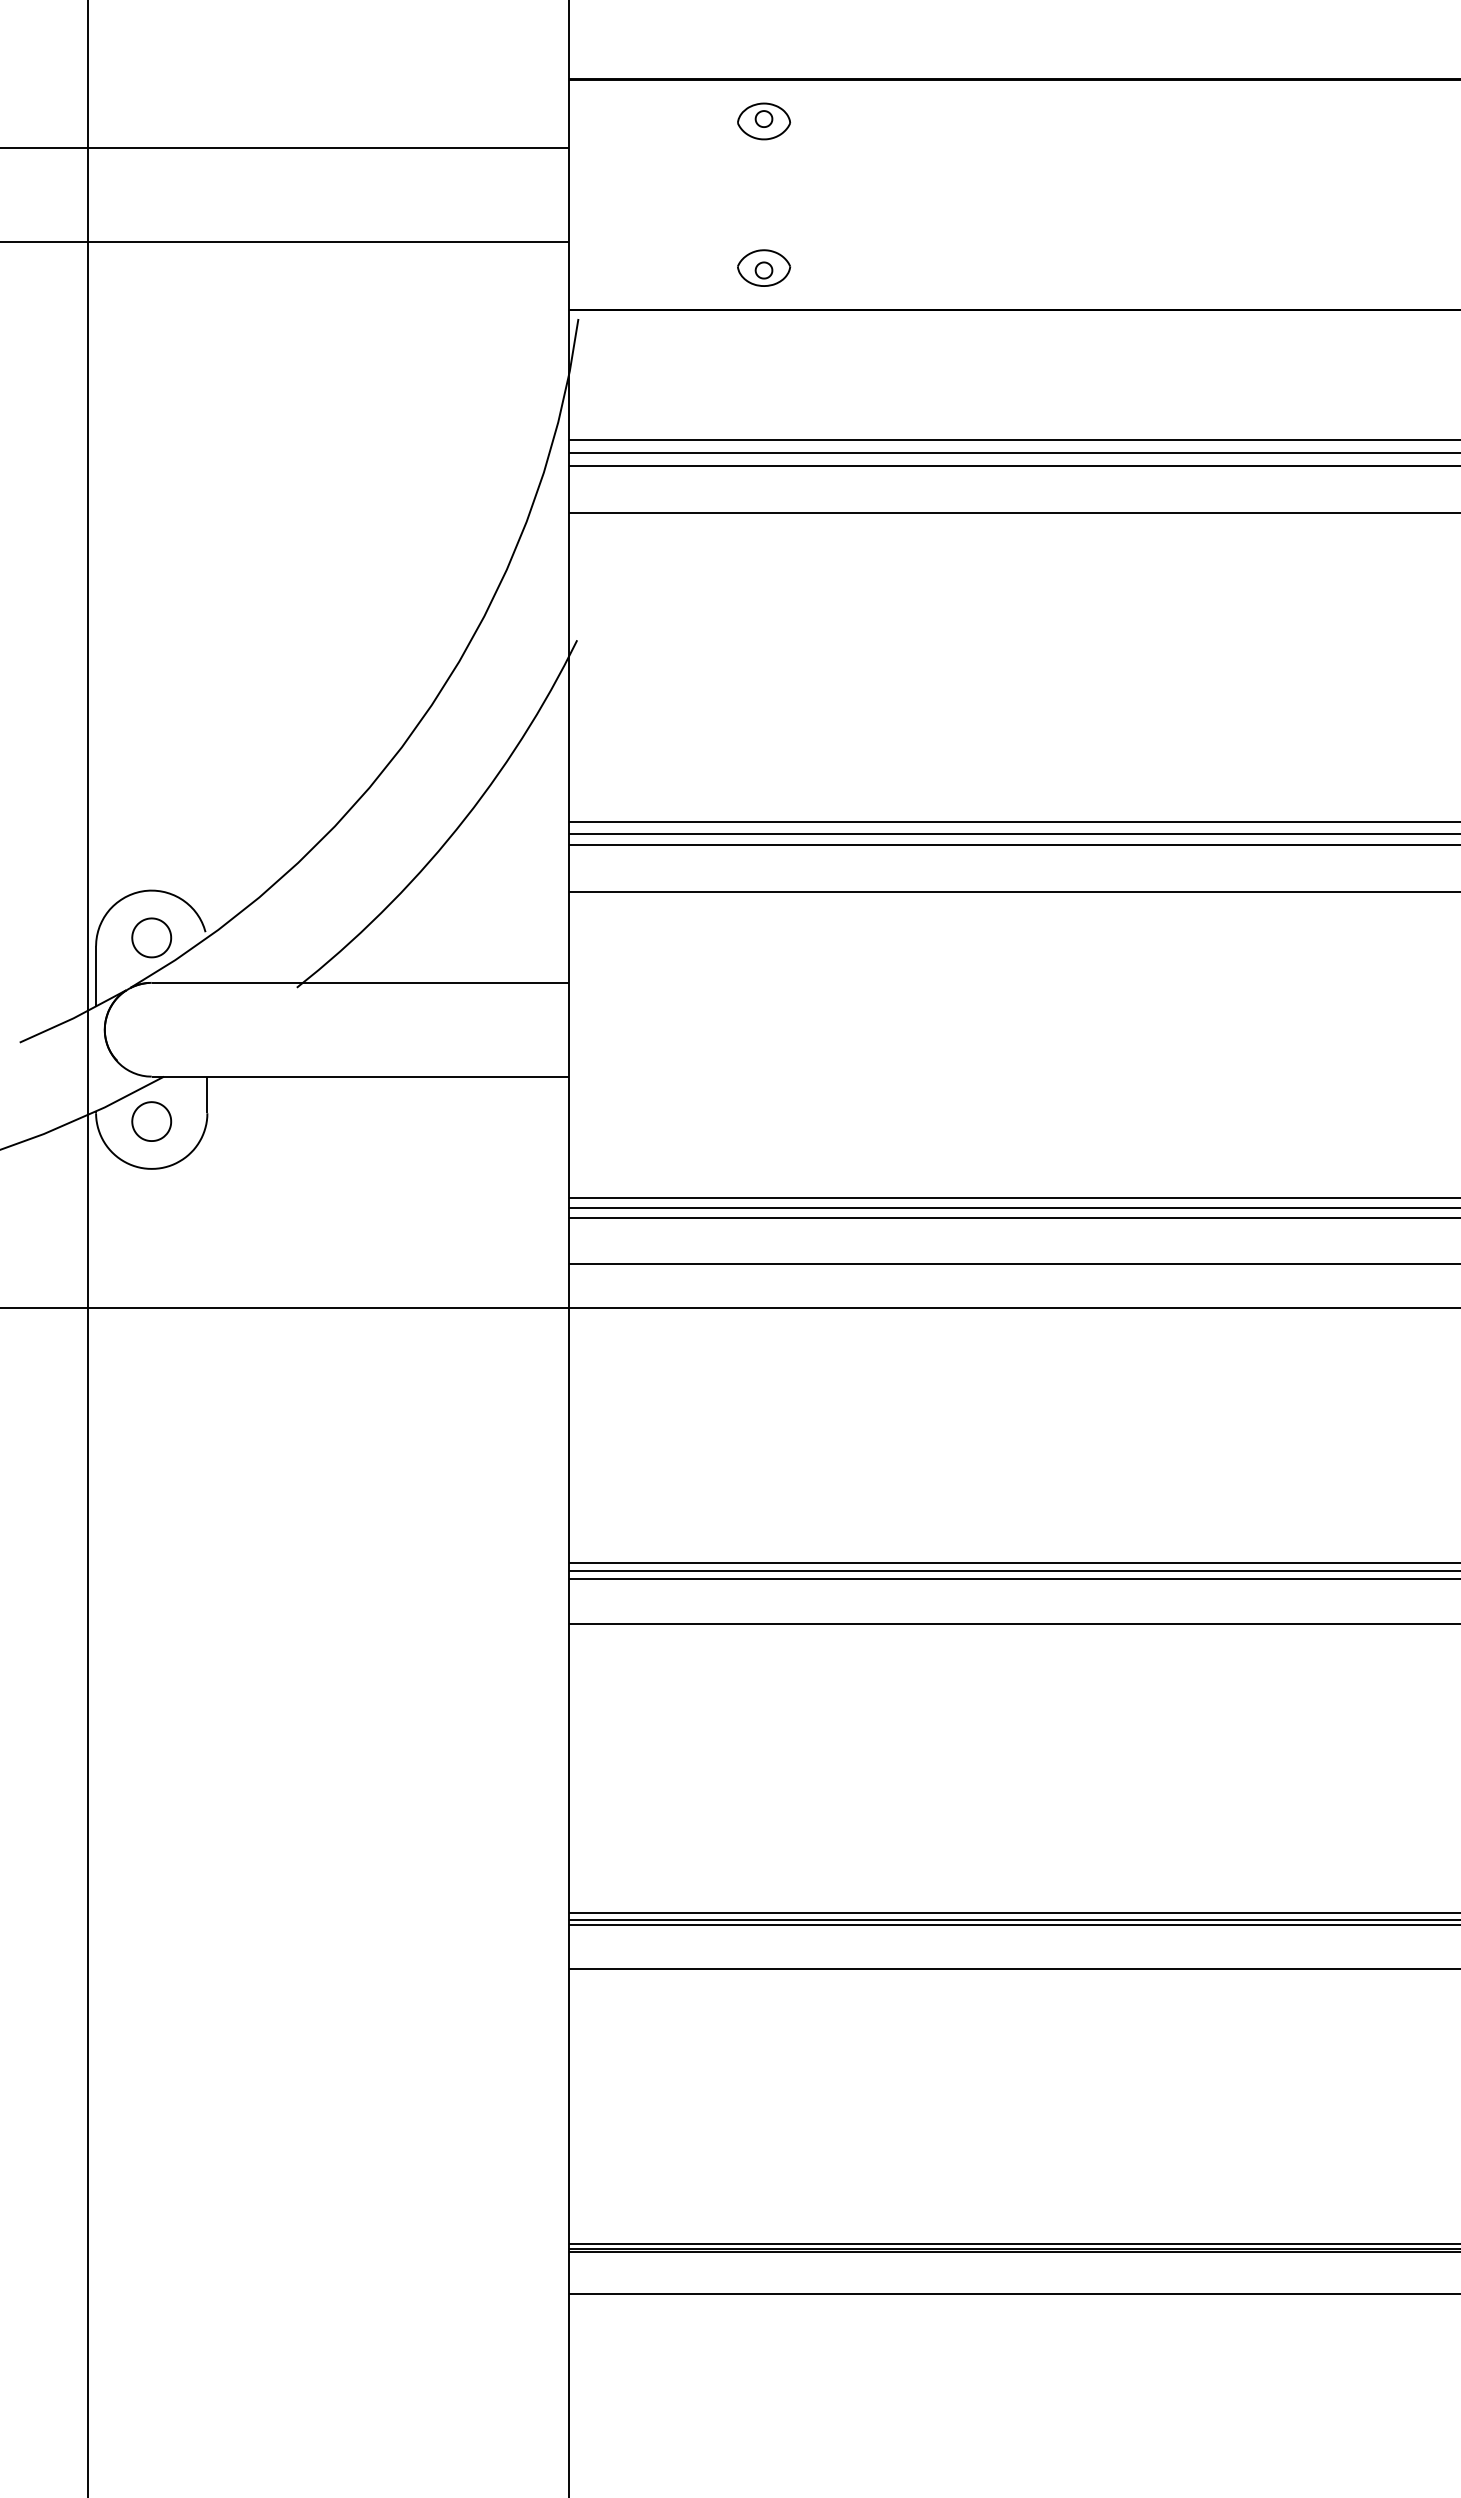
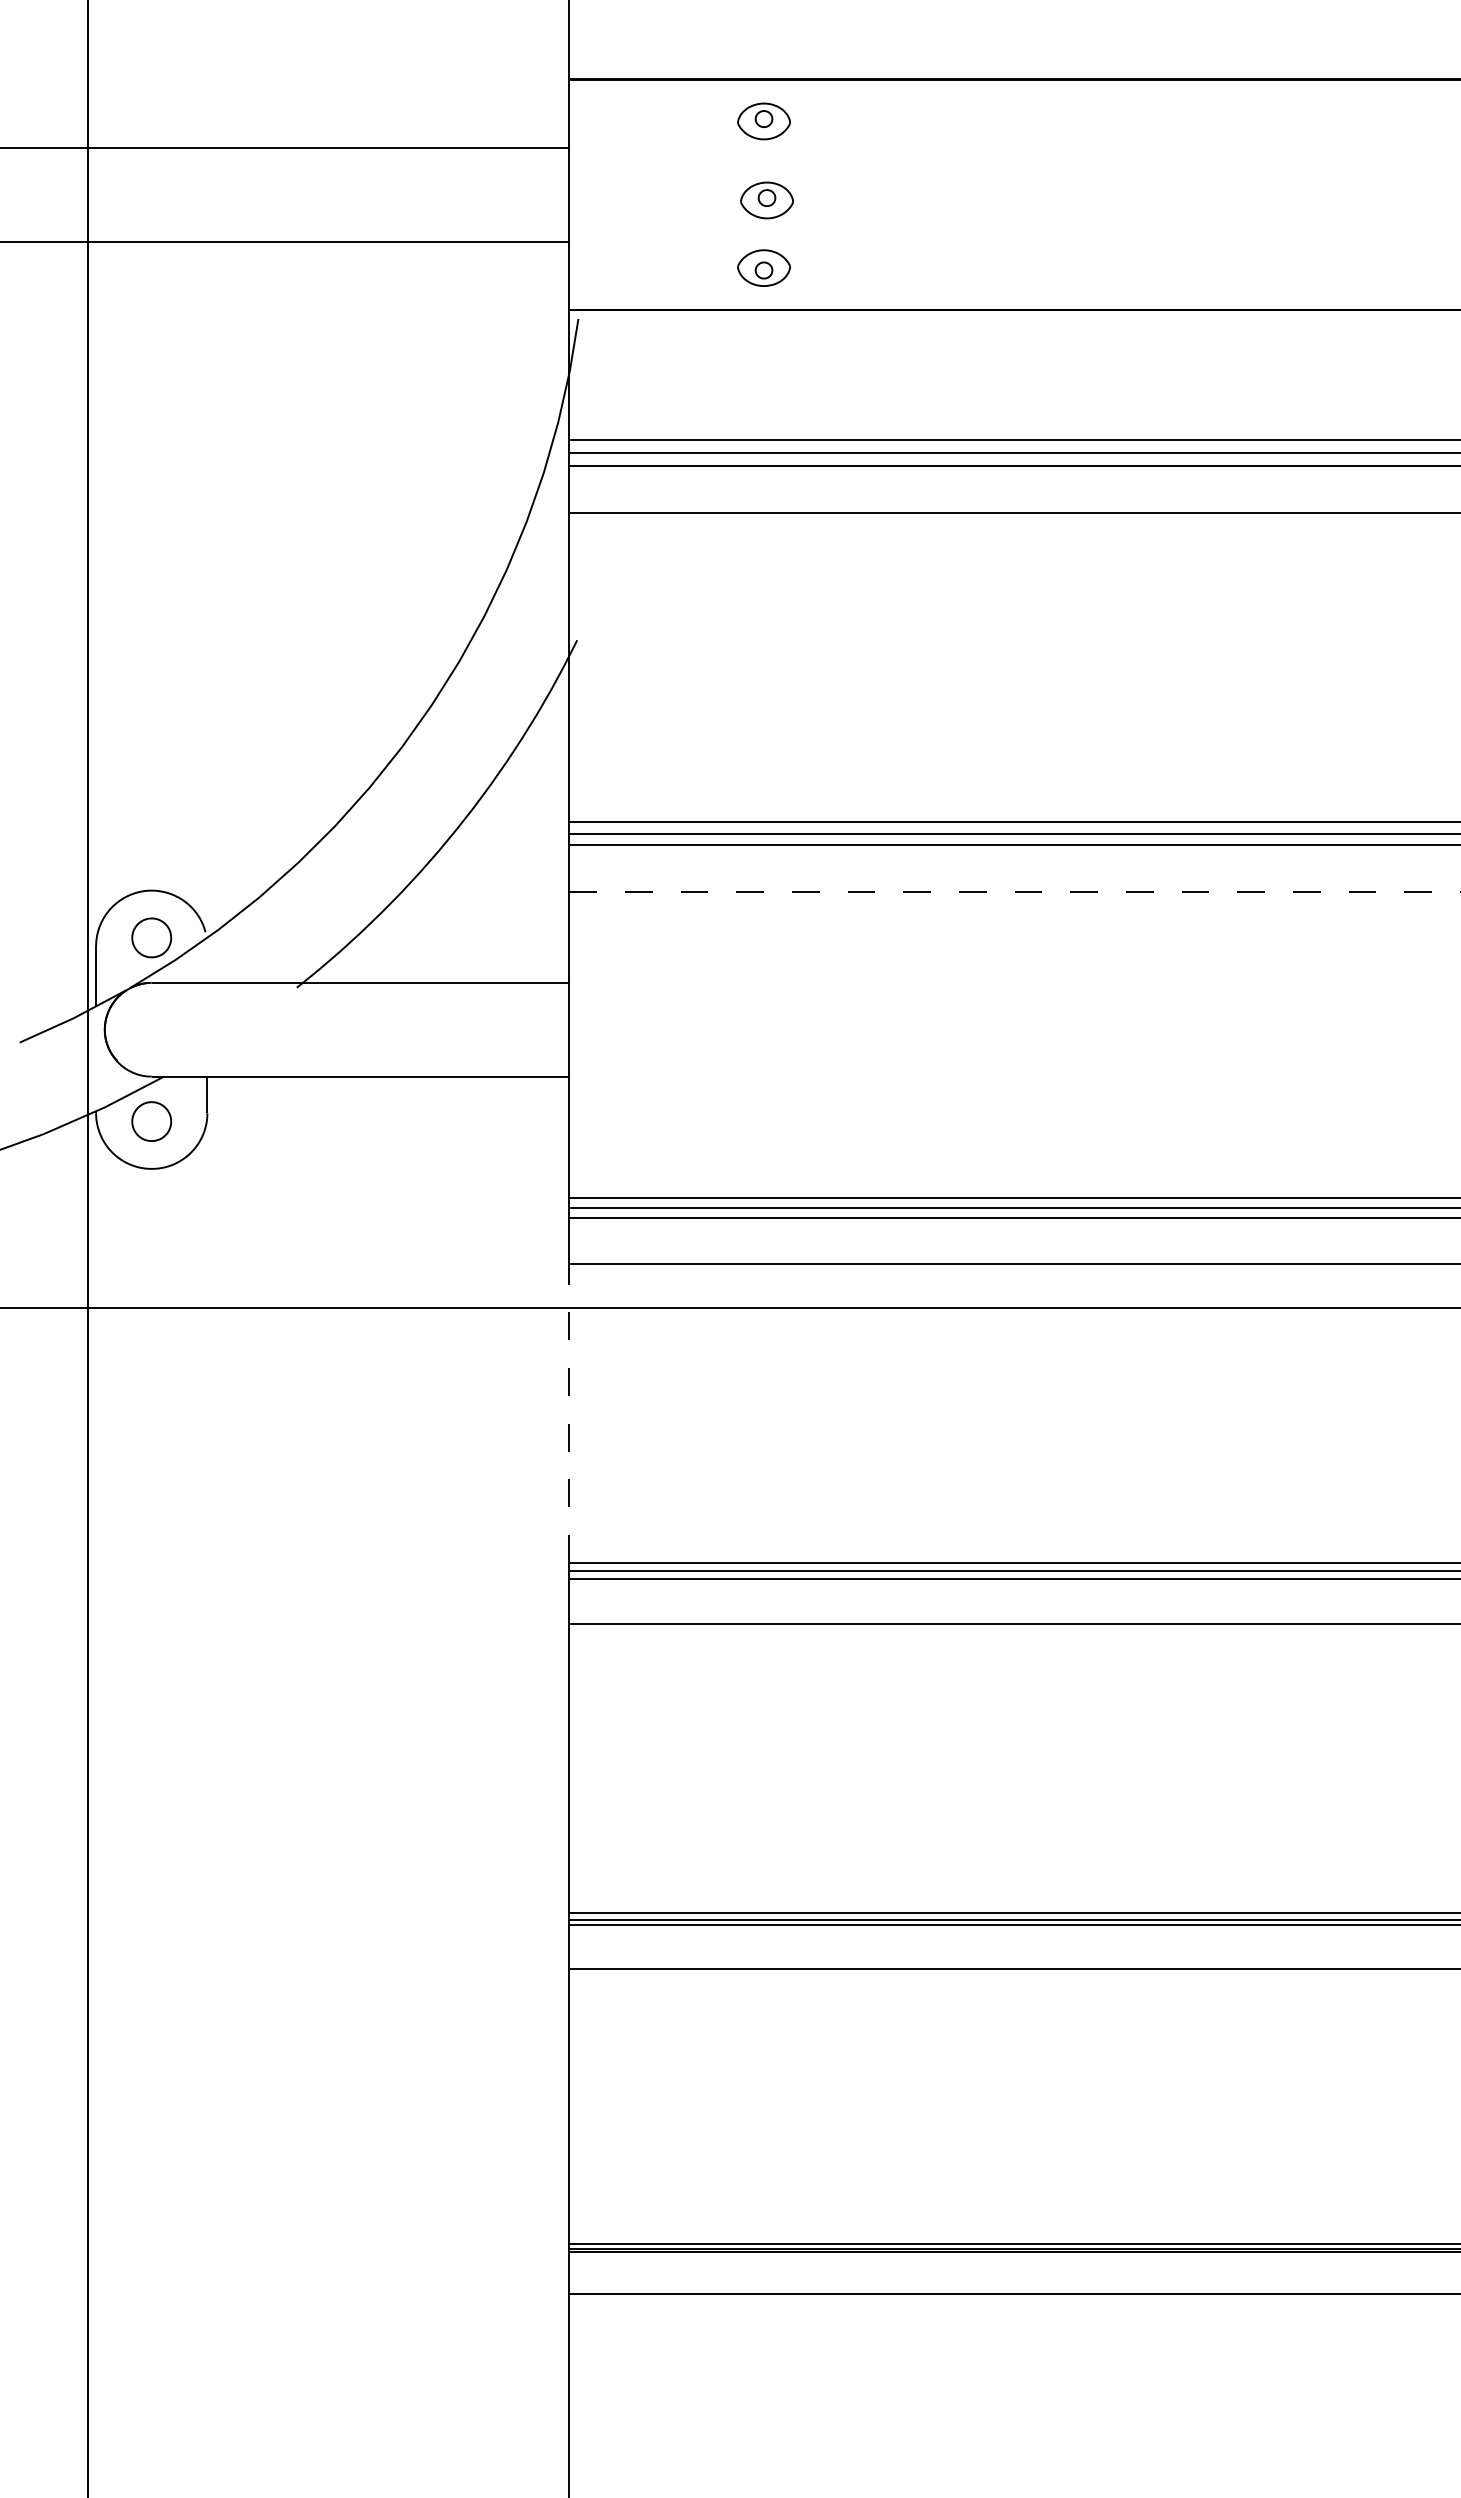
part at (767, 200): none -> present
line at (1015, 892): solid -> dashed
line at (569, 1413): solid -> dashed
